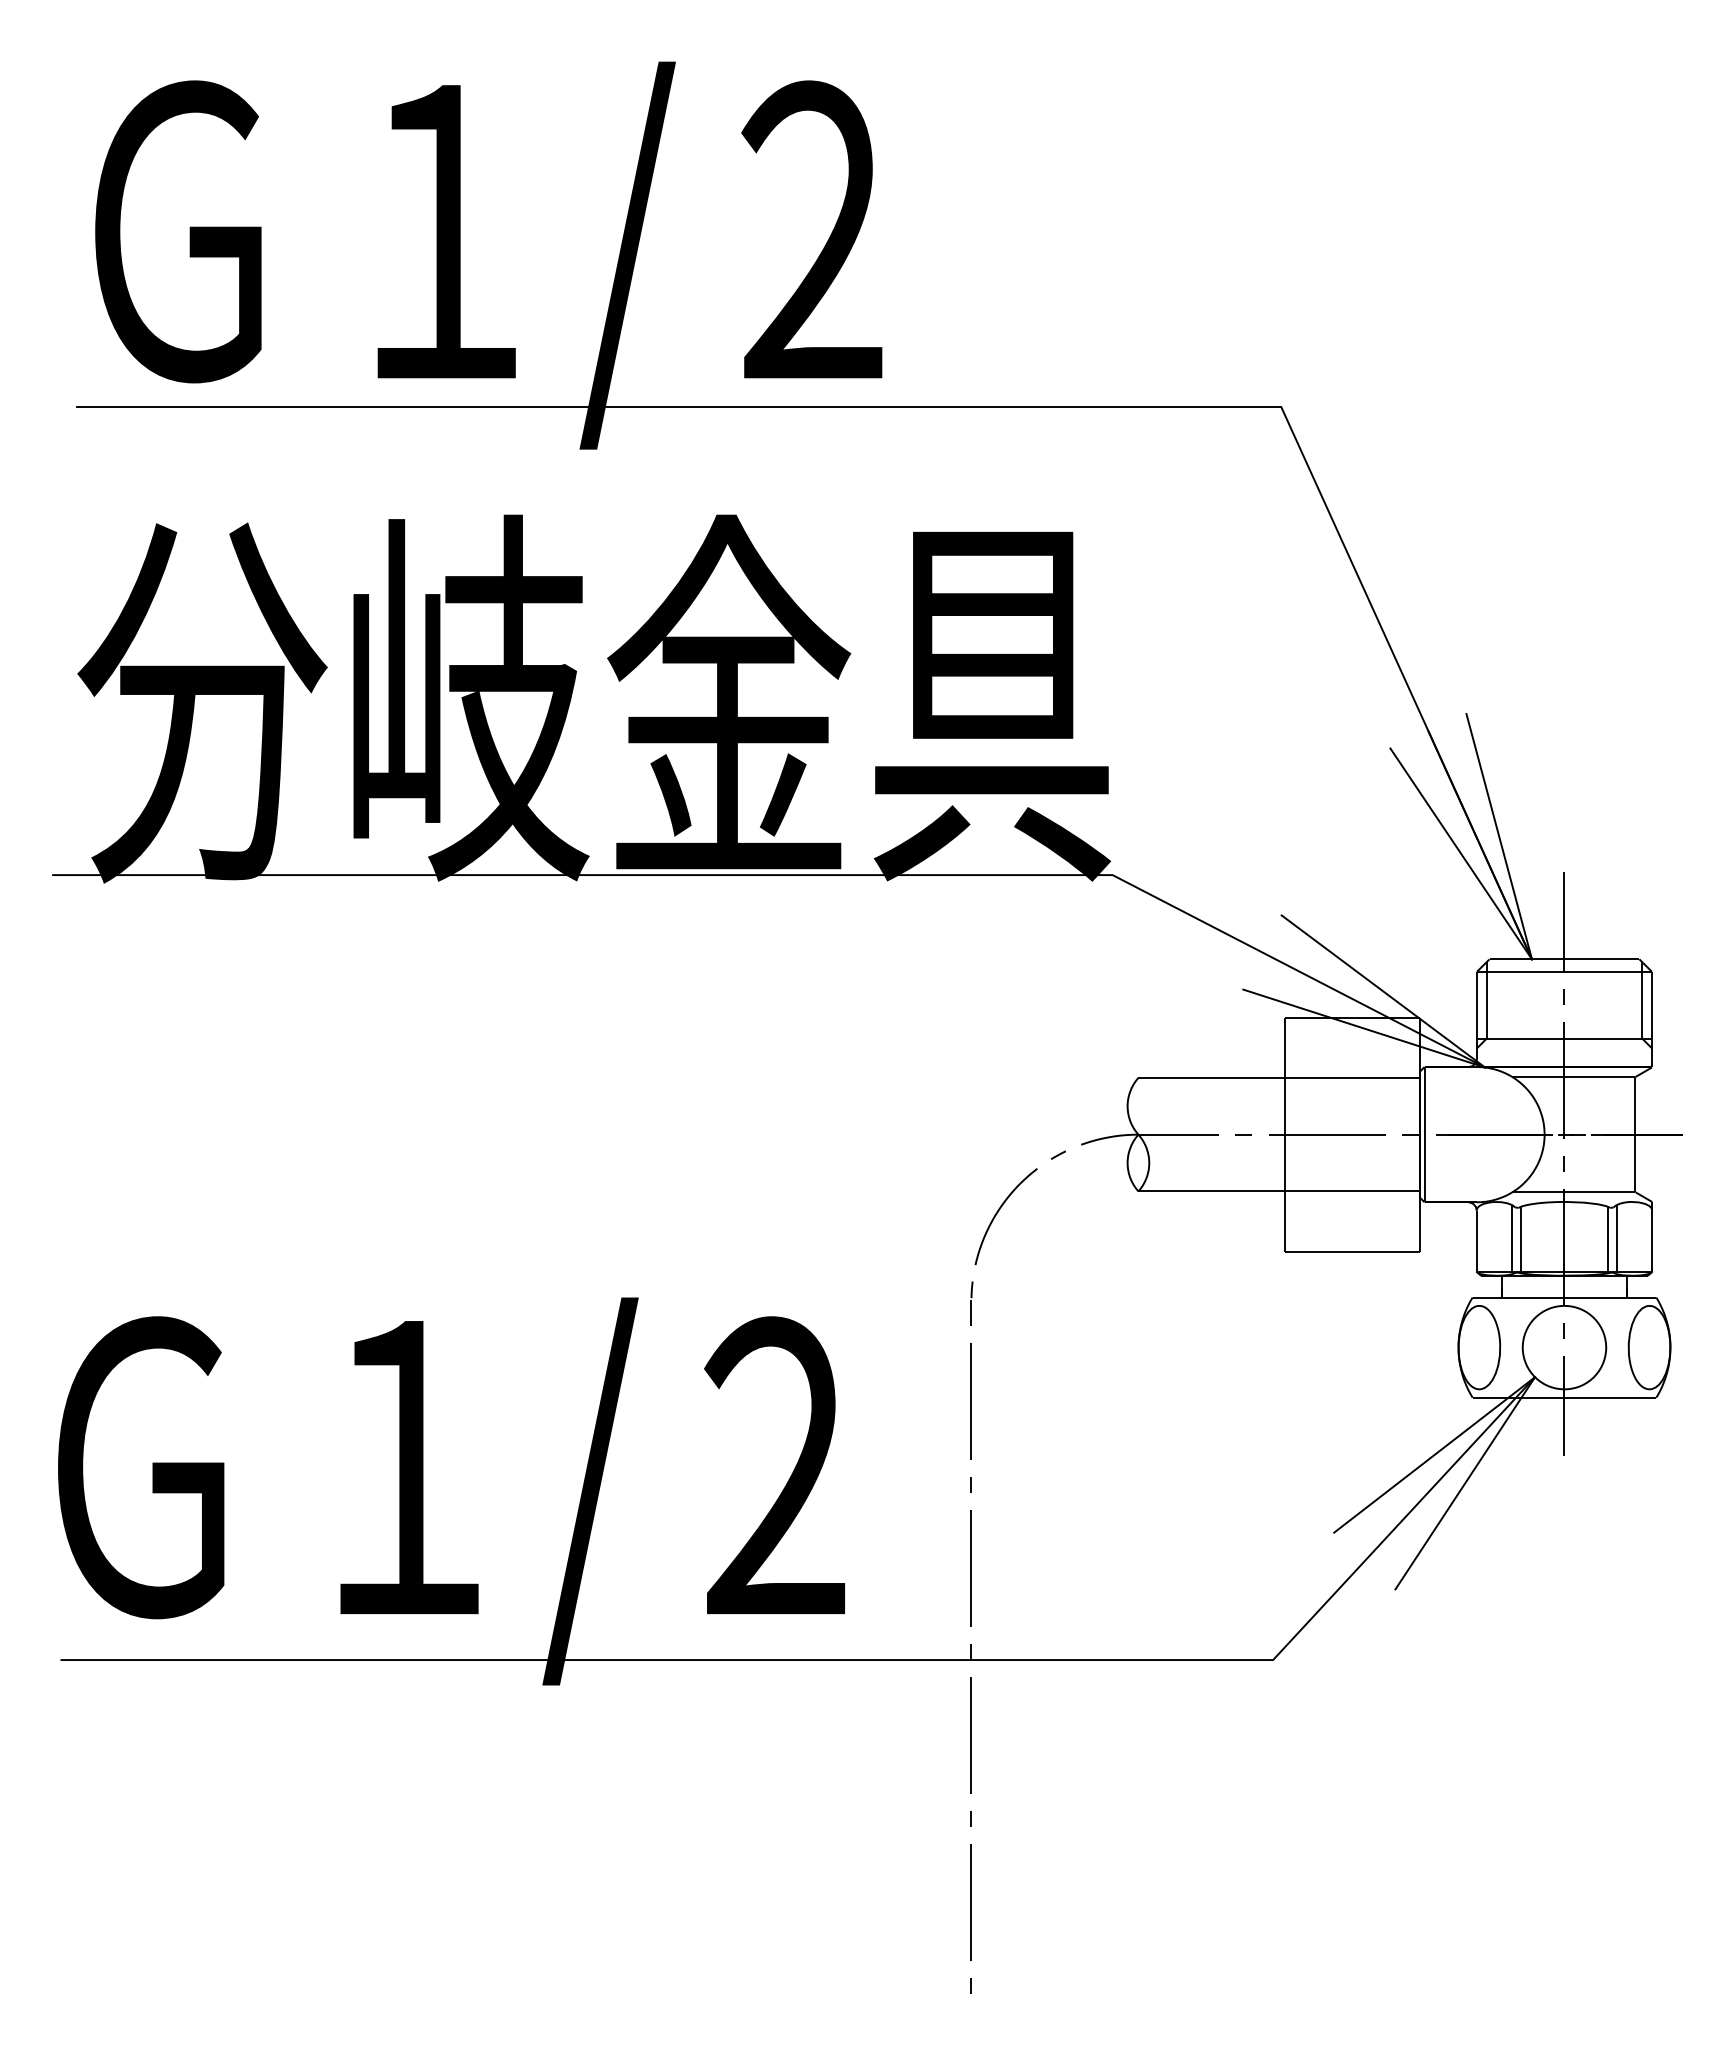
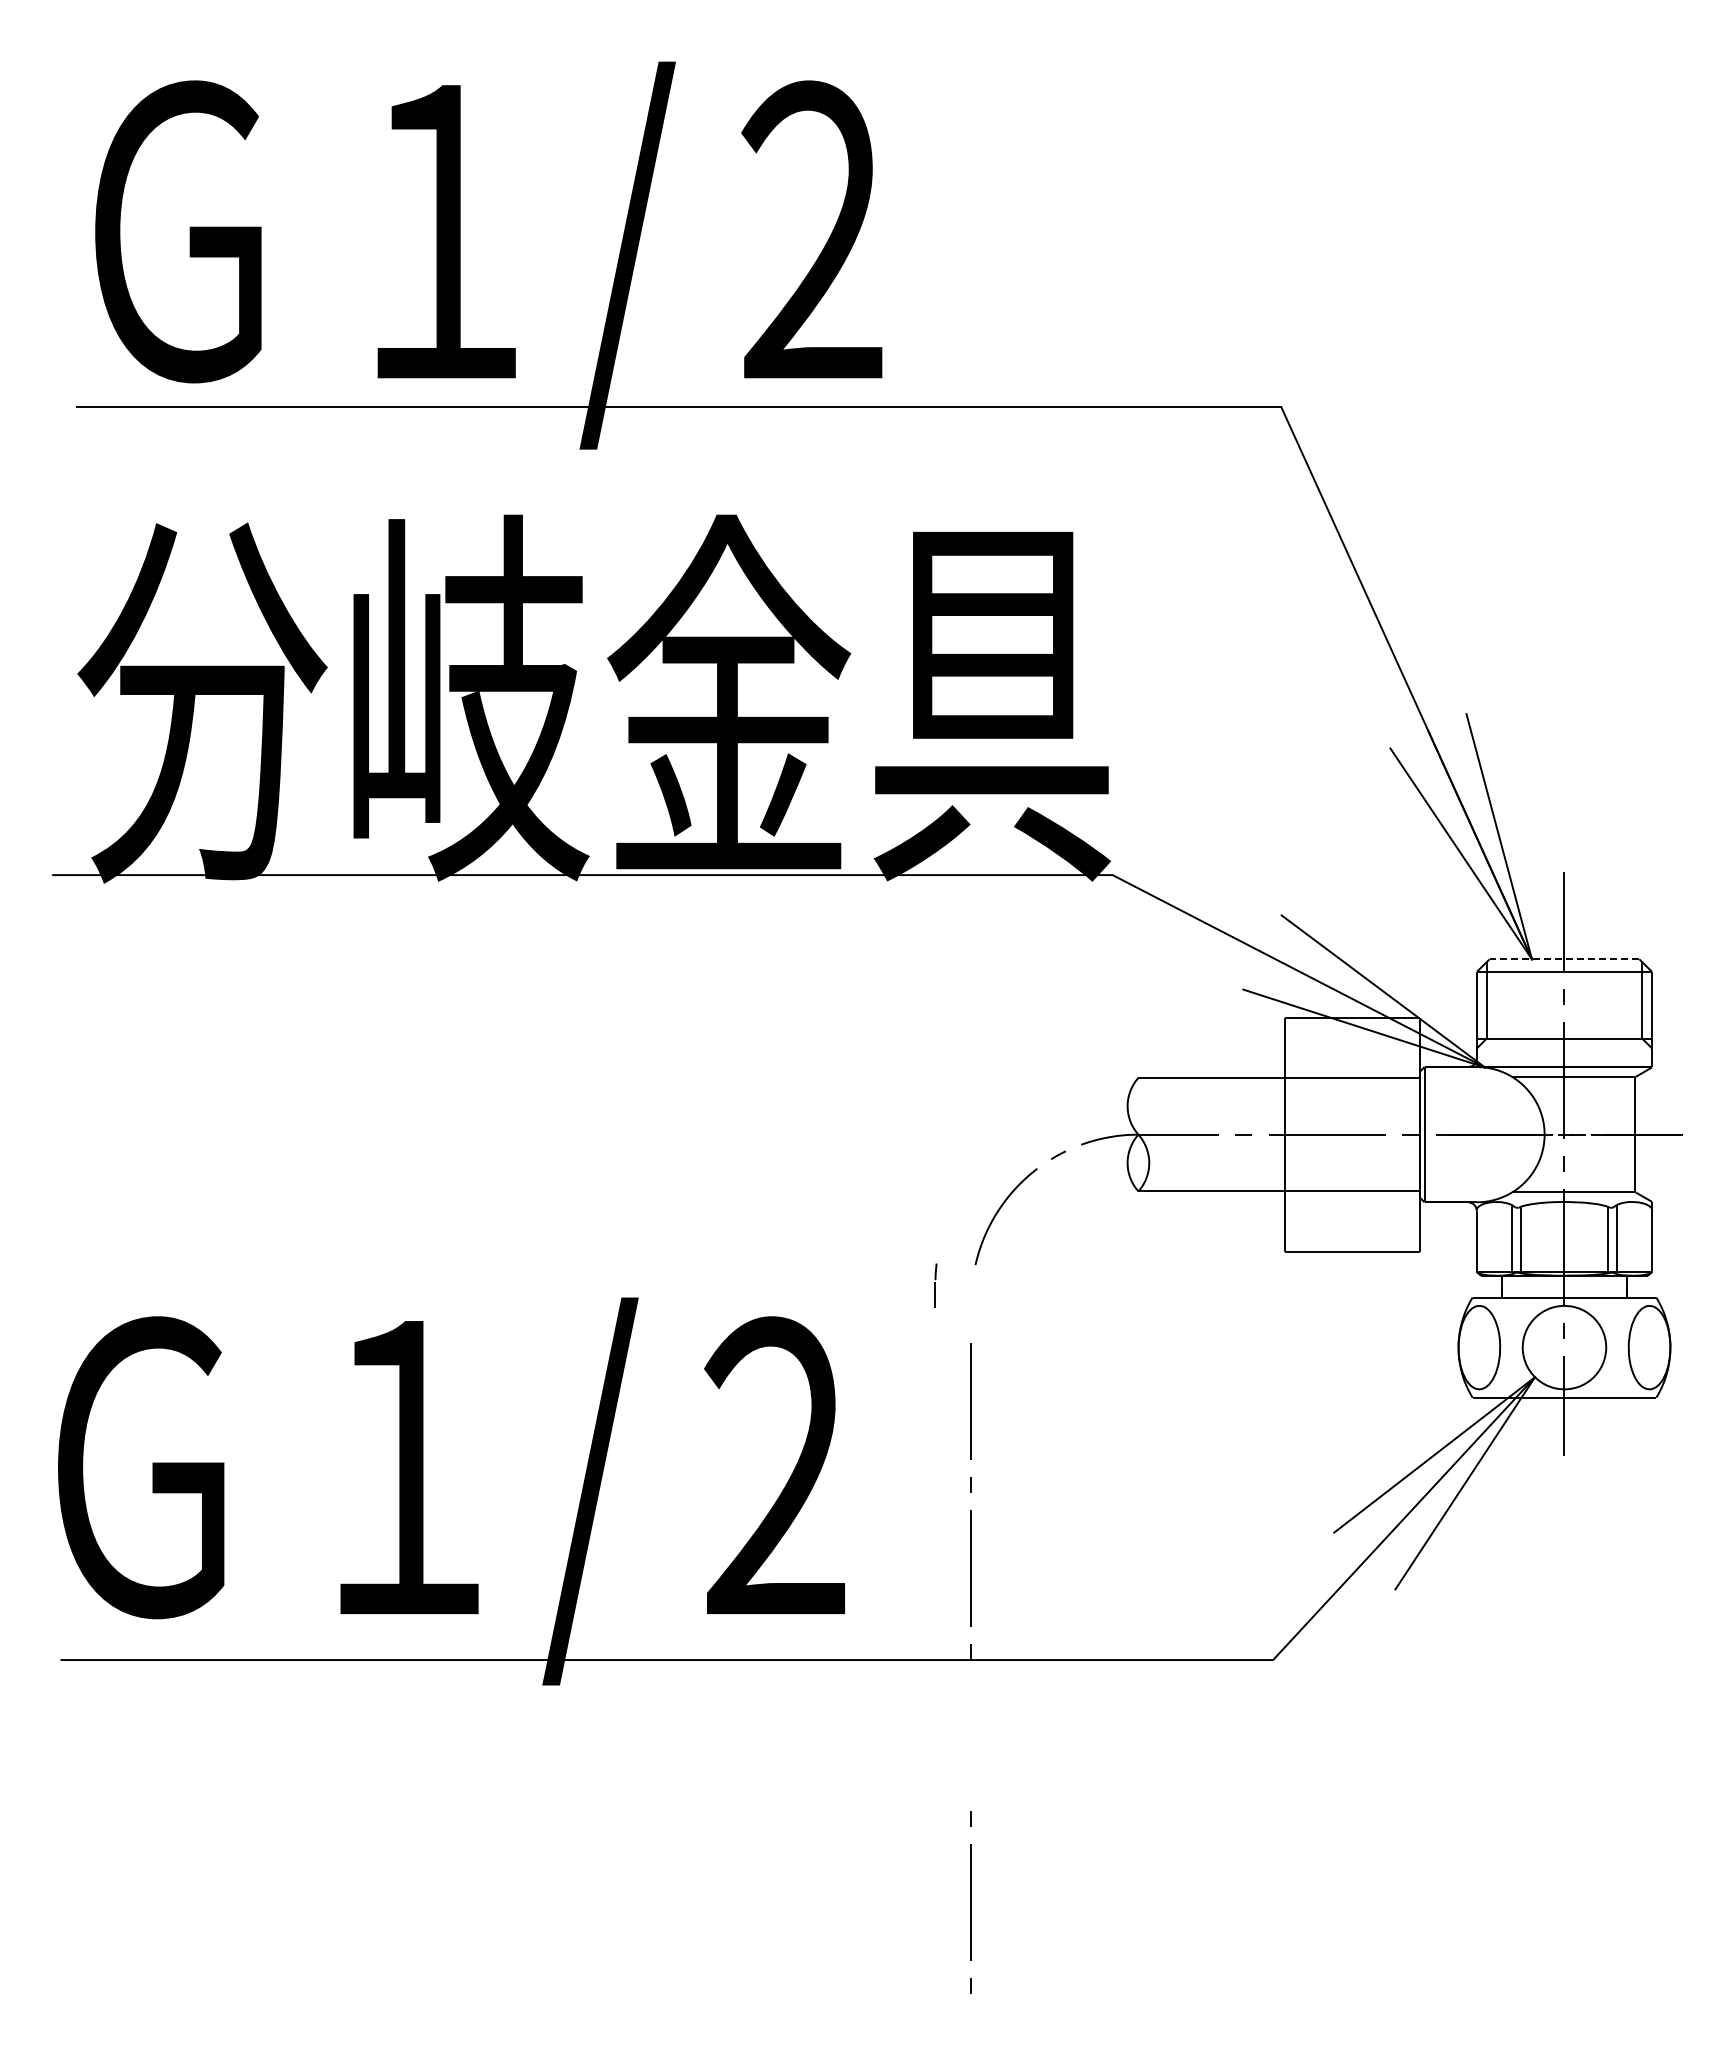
line at (1564, 959): solid -> dashed
part at (971, 1303) position: (971, 1303) -> (935, 1285)
line at (970, 1735): present -> none
